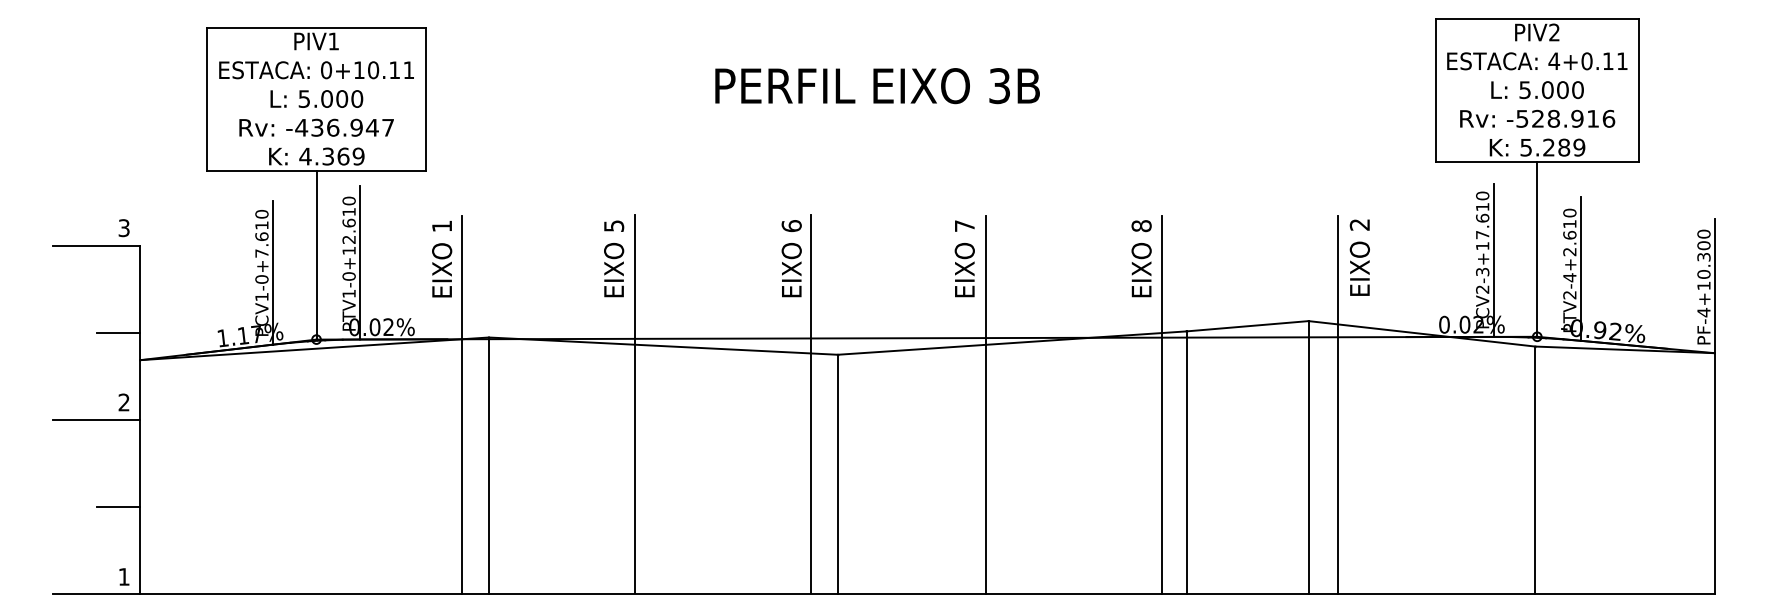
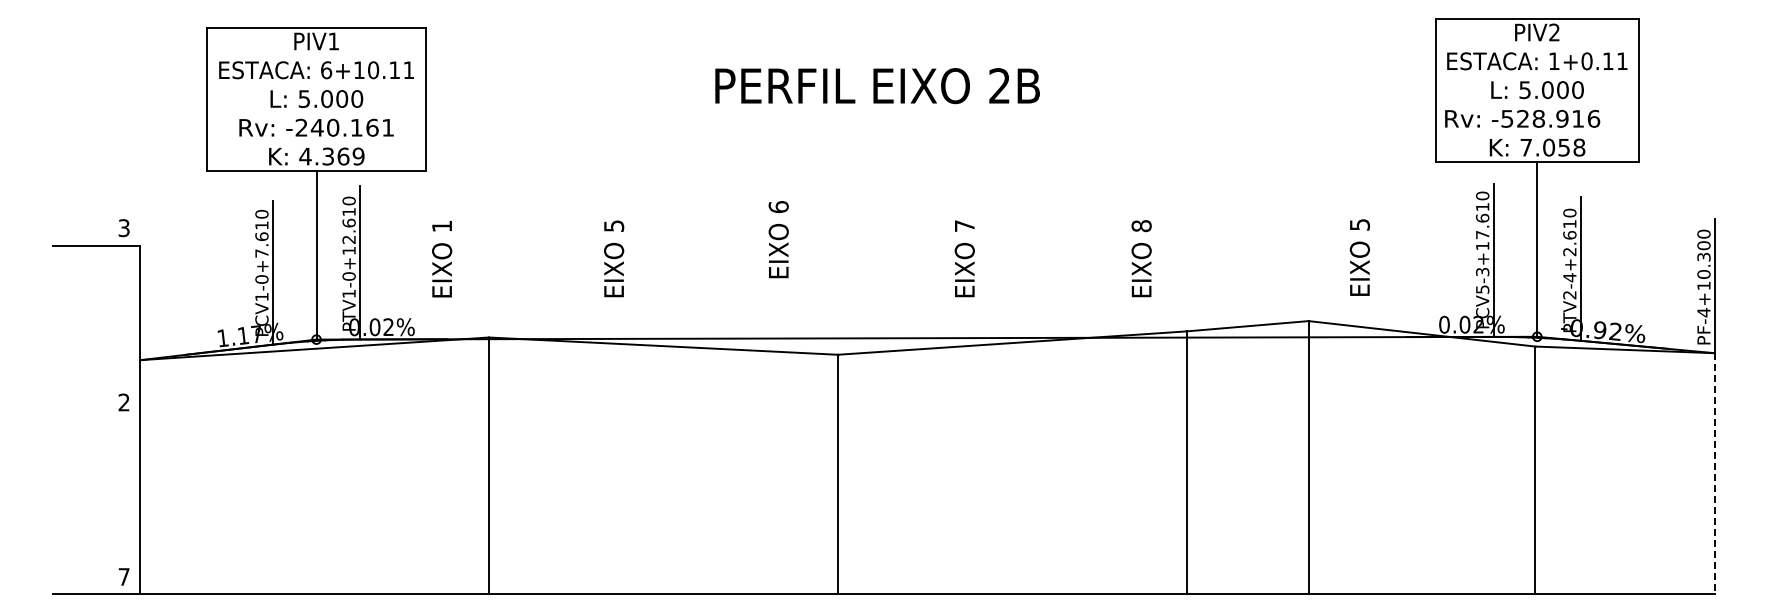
text at (1554, 60): 4+0.11 -> 1+0.11
text at (326, 69): 0+10.11 -> 6+10.11
text at (999, 86): 3B -> 2B
text at (1537, 118) position: (1537, 118) -> (1522, 118)
text at (344, 127): -436.947 -> -240.161
text at (1552, 147): 5.289 -> 7.058
text at (1359, 224): 2 -> 5
text at (791, 258) position: (791, 258) -> (778, 239)
text at (1482, 289): PCV2-3+17.610 -> PCV5-3+17.610
line at (118, 332): present -> none
line at (635, 403): present -> none
line at (811, 403): present -> none
line at (985, 404): present -> none
line at (1161, 404): present -> none
line at (462, 405): present -> none
line at (1337, 405): present -> none
line at (96, 419): present -> none
line at (1714, 473): solid -> dashed
line at (118, 507): present -> none
text at (123, 576): 1 -> 7
